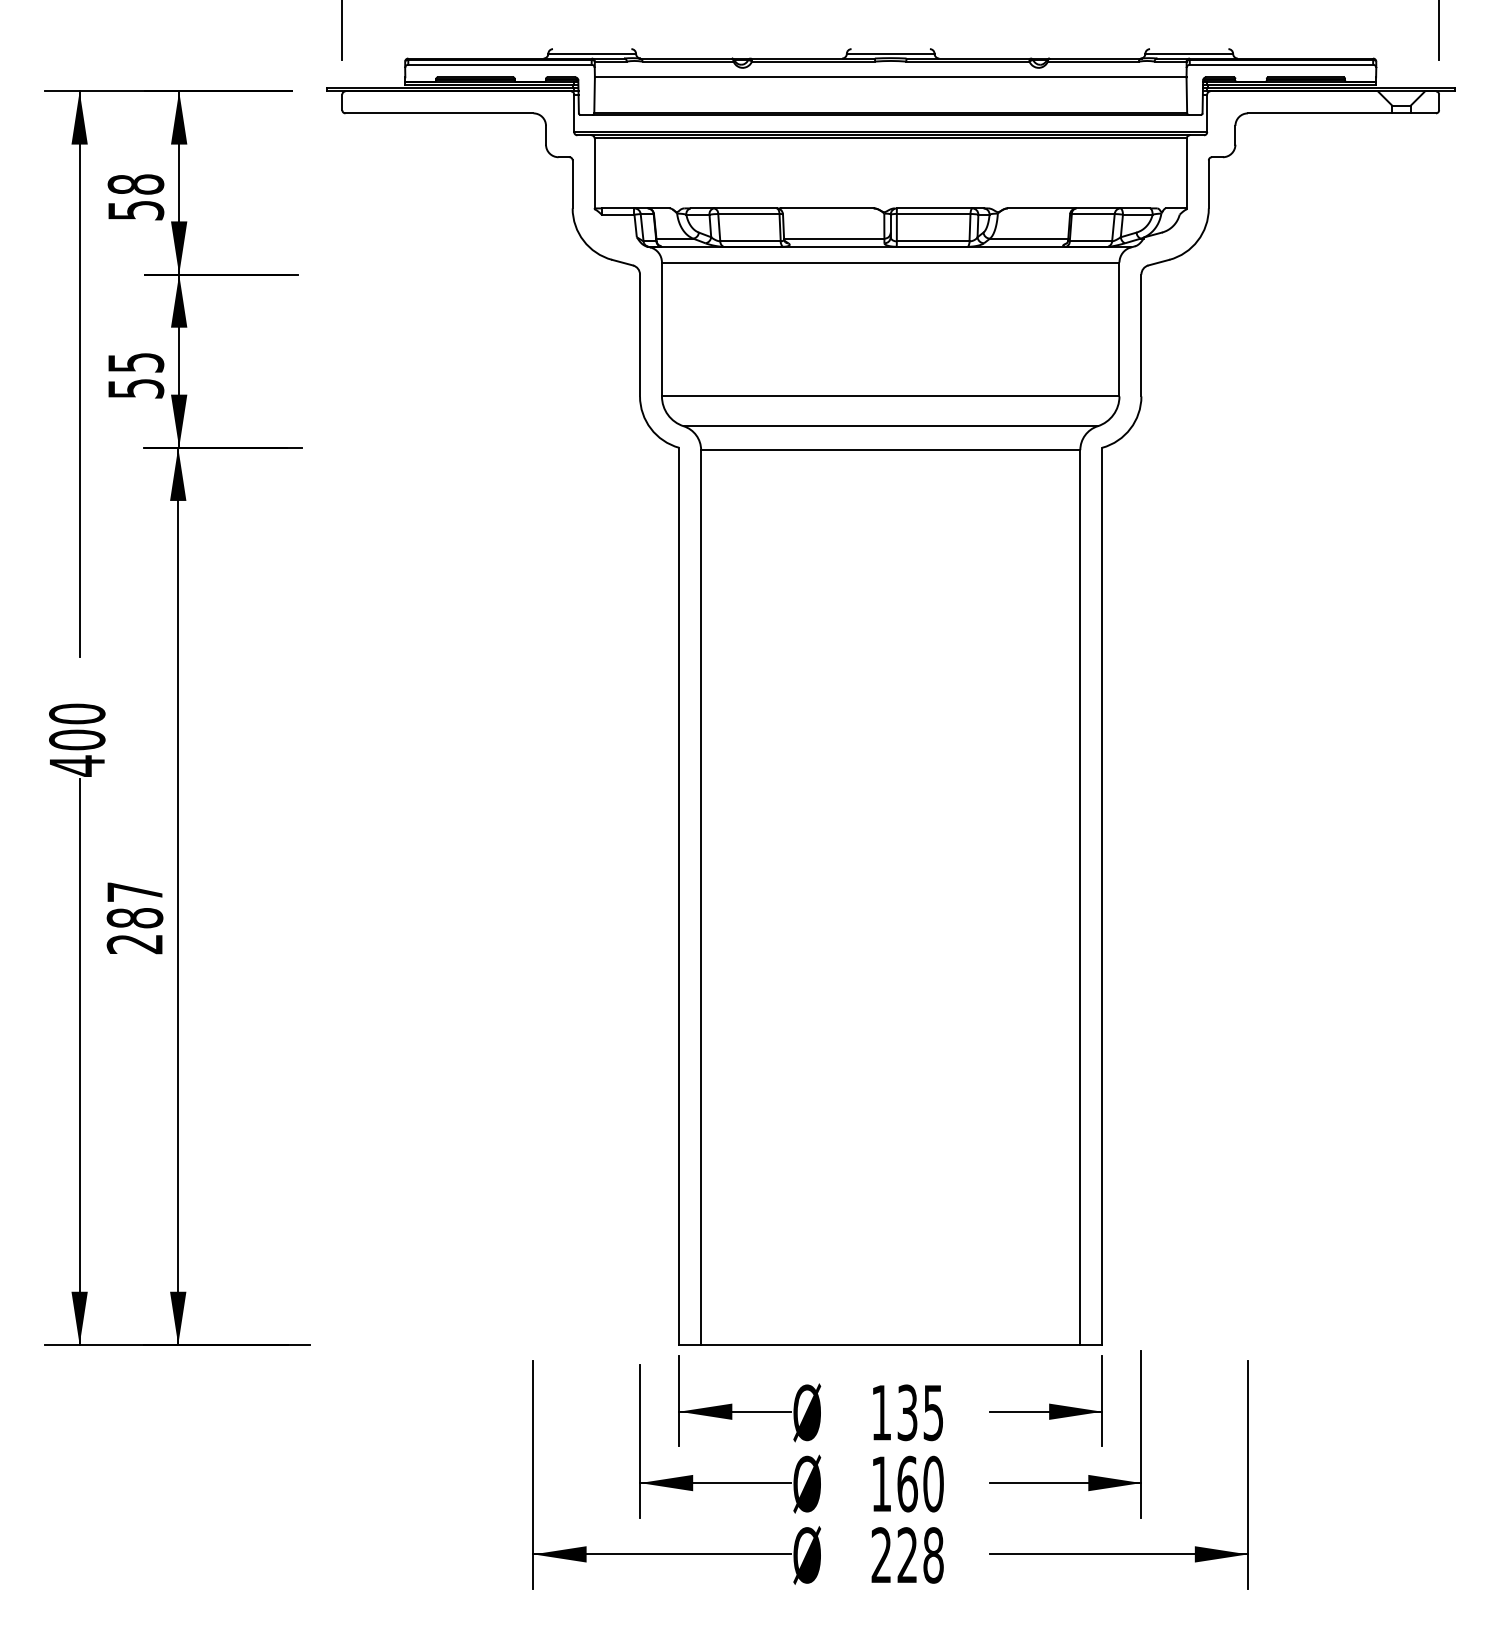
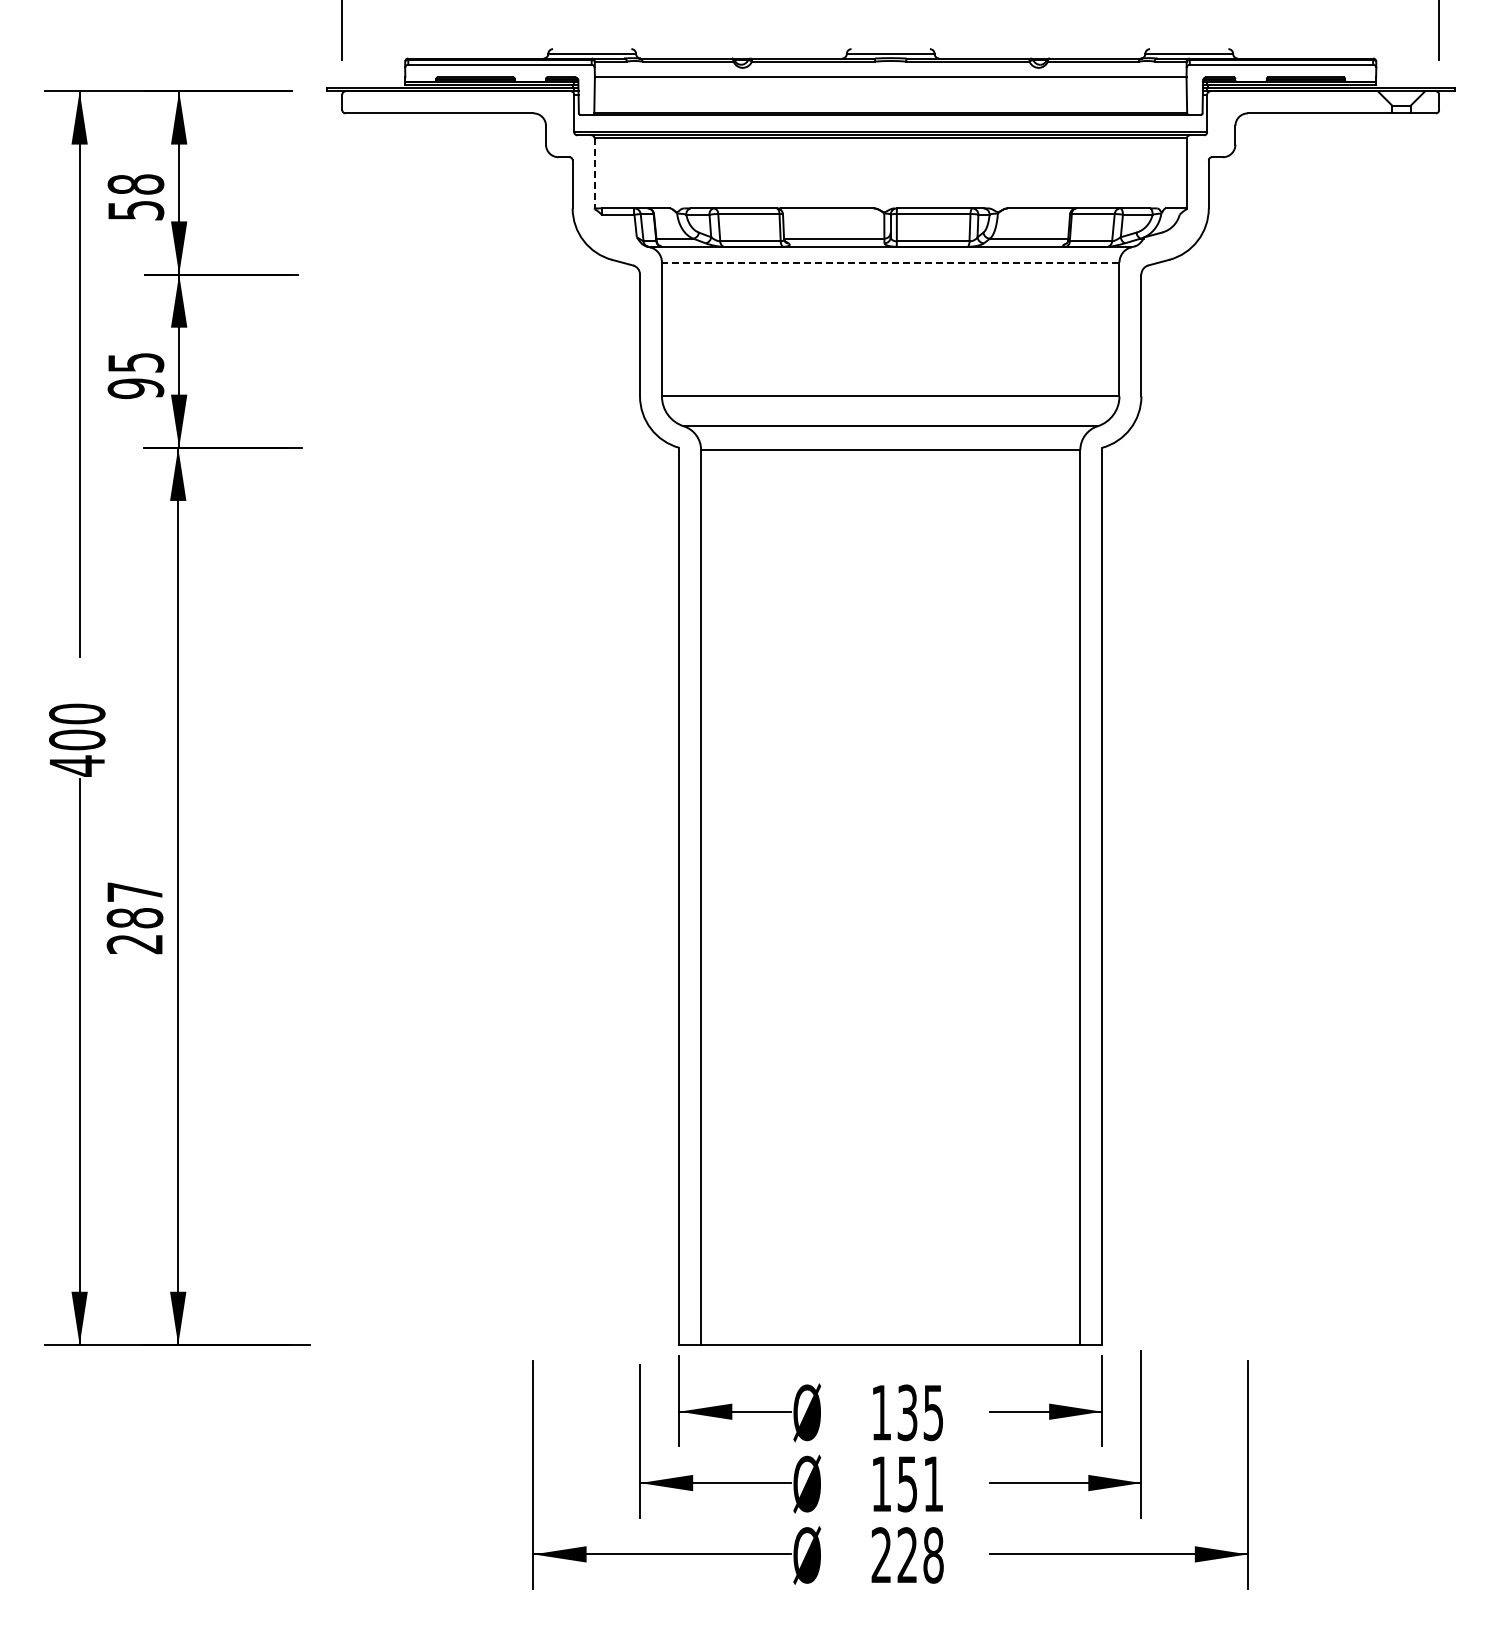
line at (594, 174): solid -> dashed
line at (890, 262): solid -> dashed
text at (135, 388): 55 -> 95
text at (920, 1483): 160 -> 151
